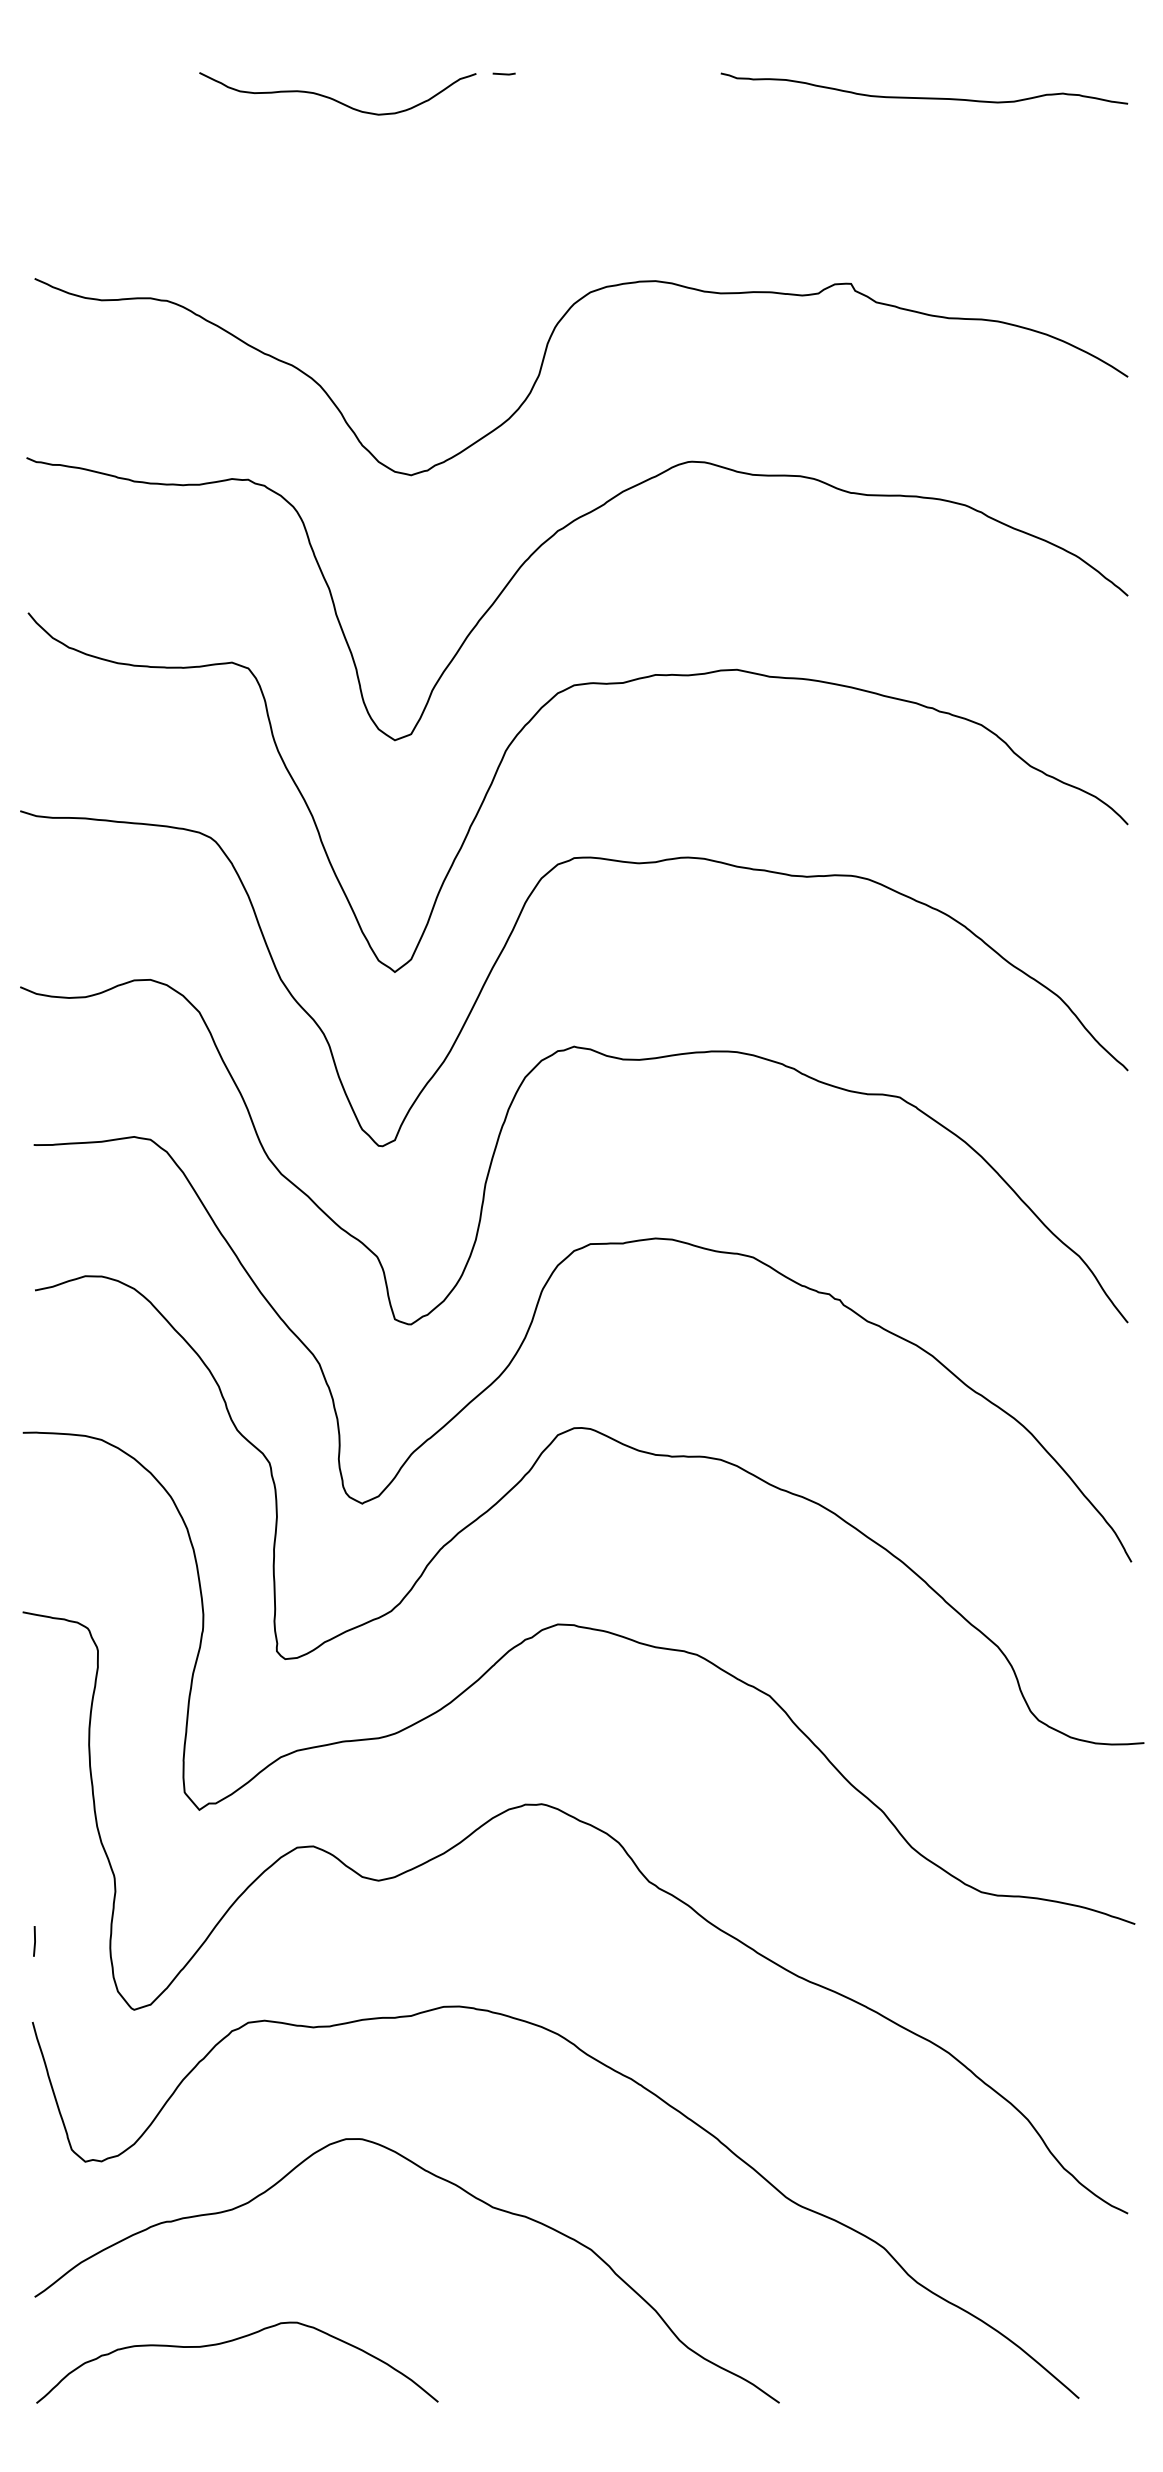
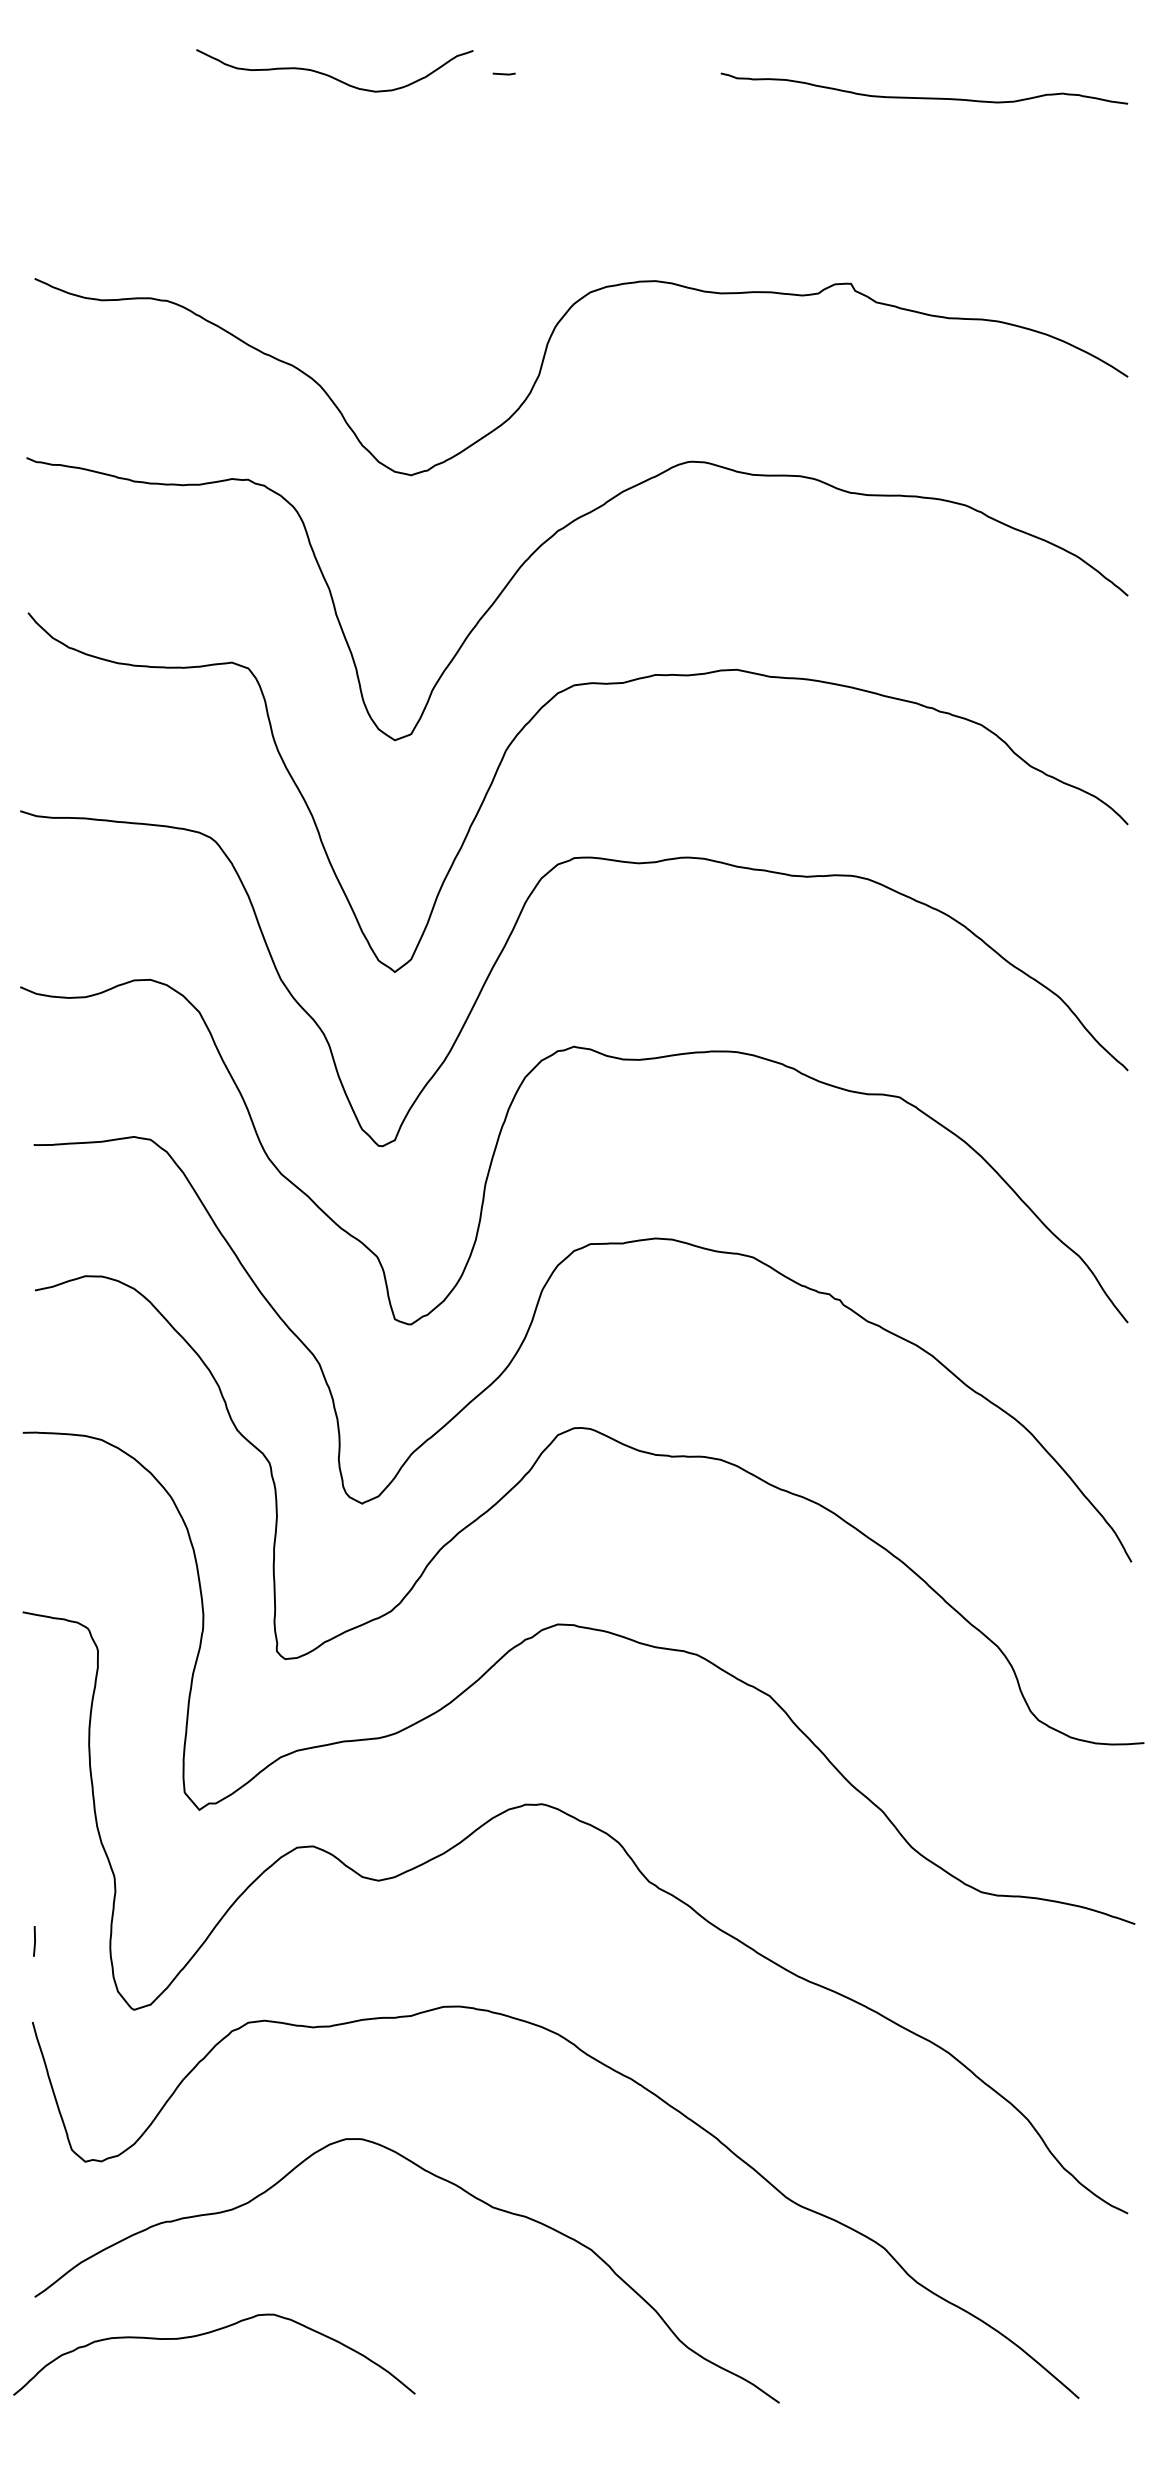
curve at (335, 99) position: (335, 99) -> (332, 76)
curve at (233, 2341) position: (233, 2341) -> (210, 2333)
